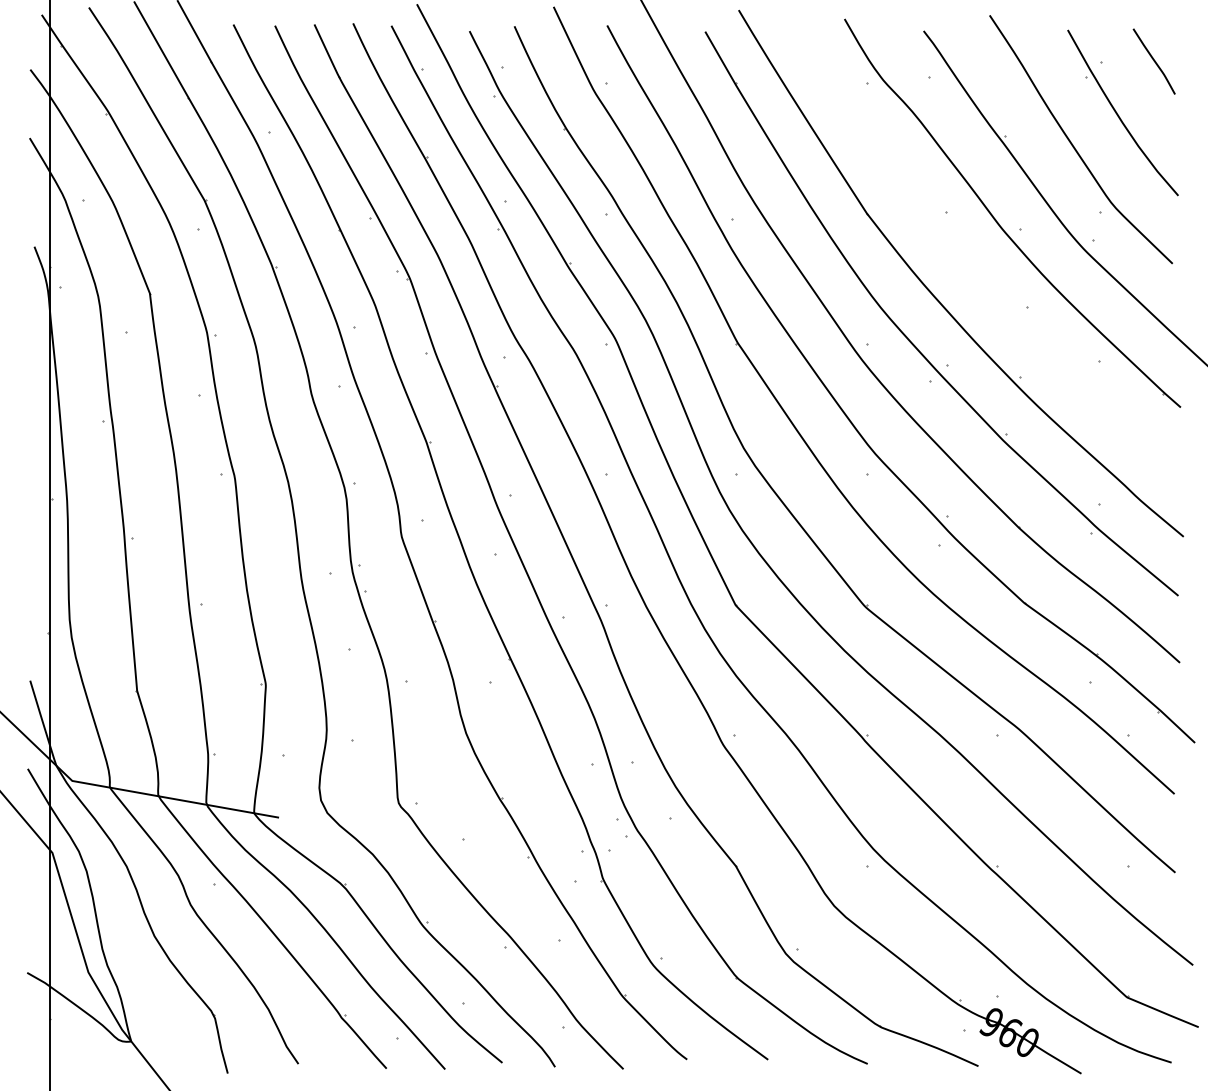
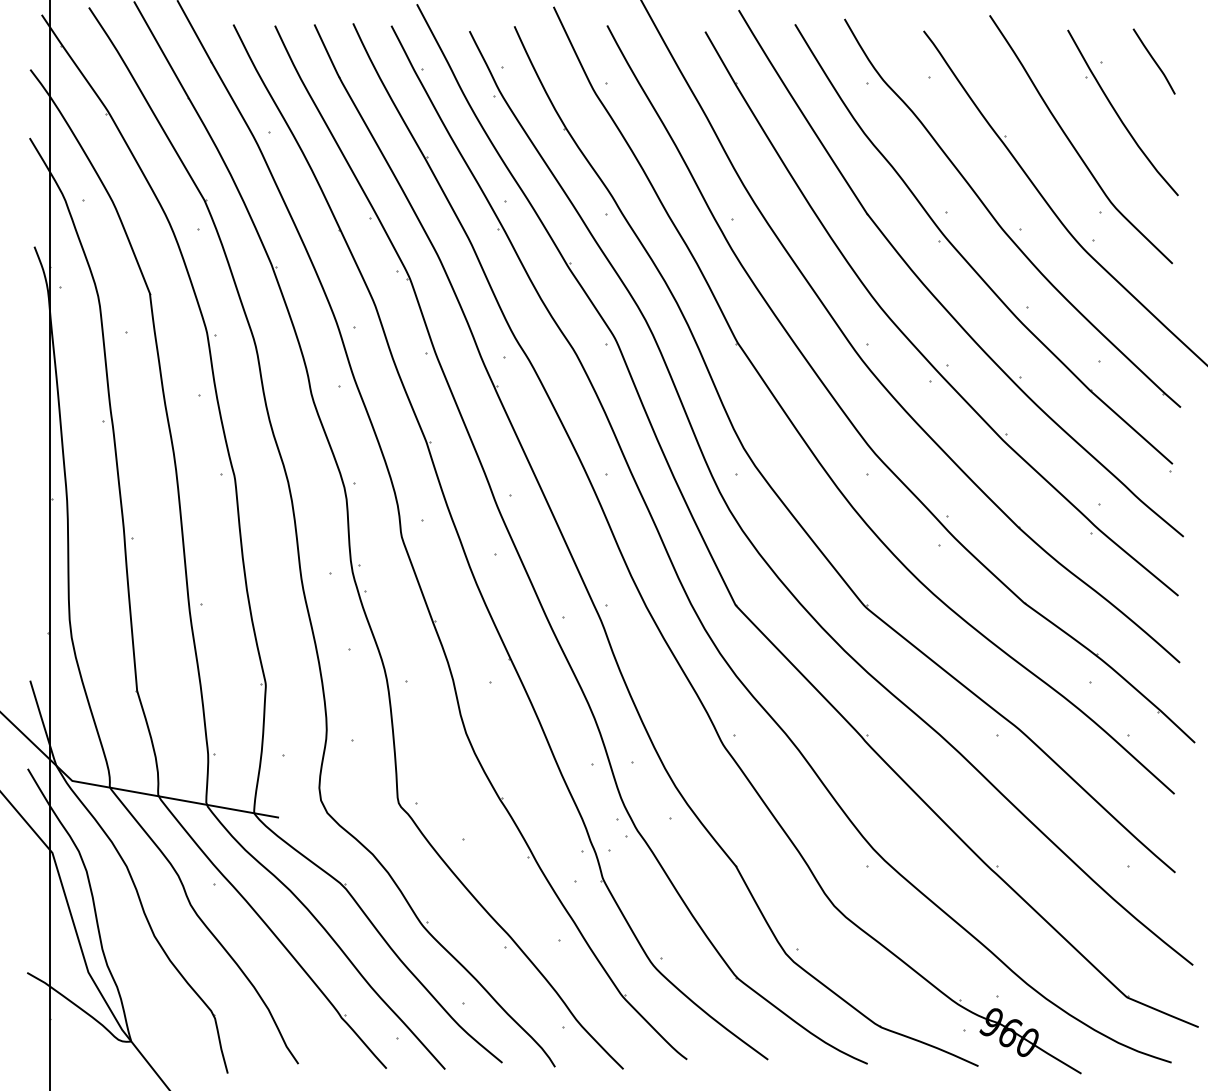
part at (967, 260): none -> present
